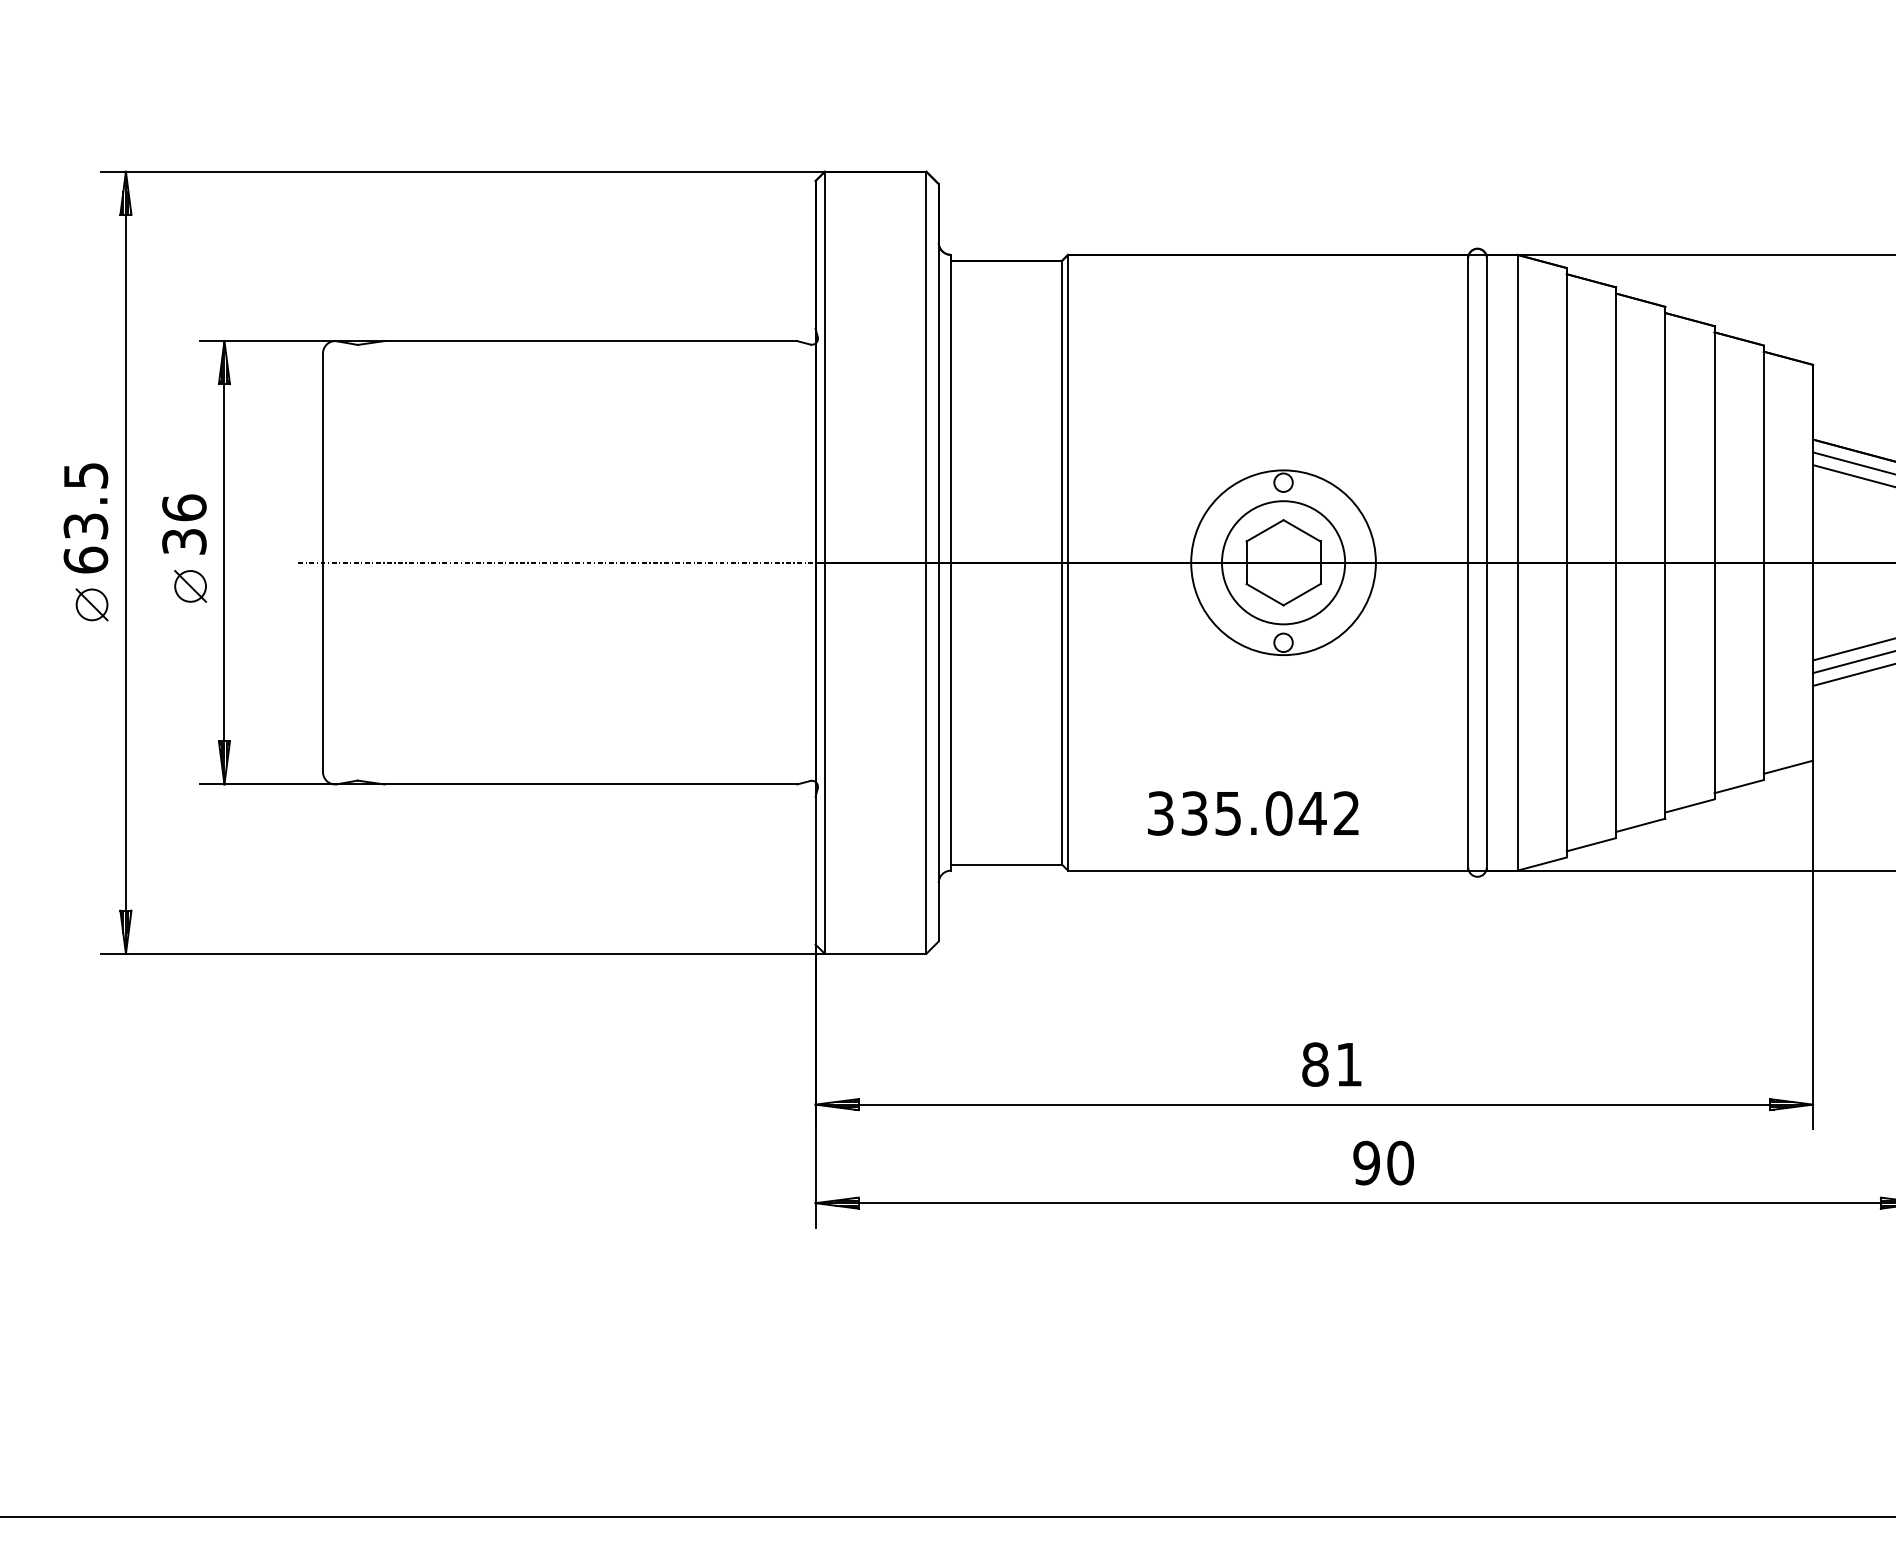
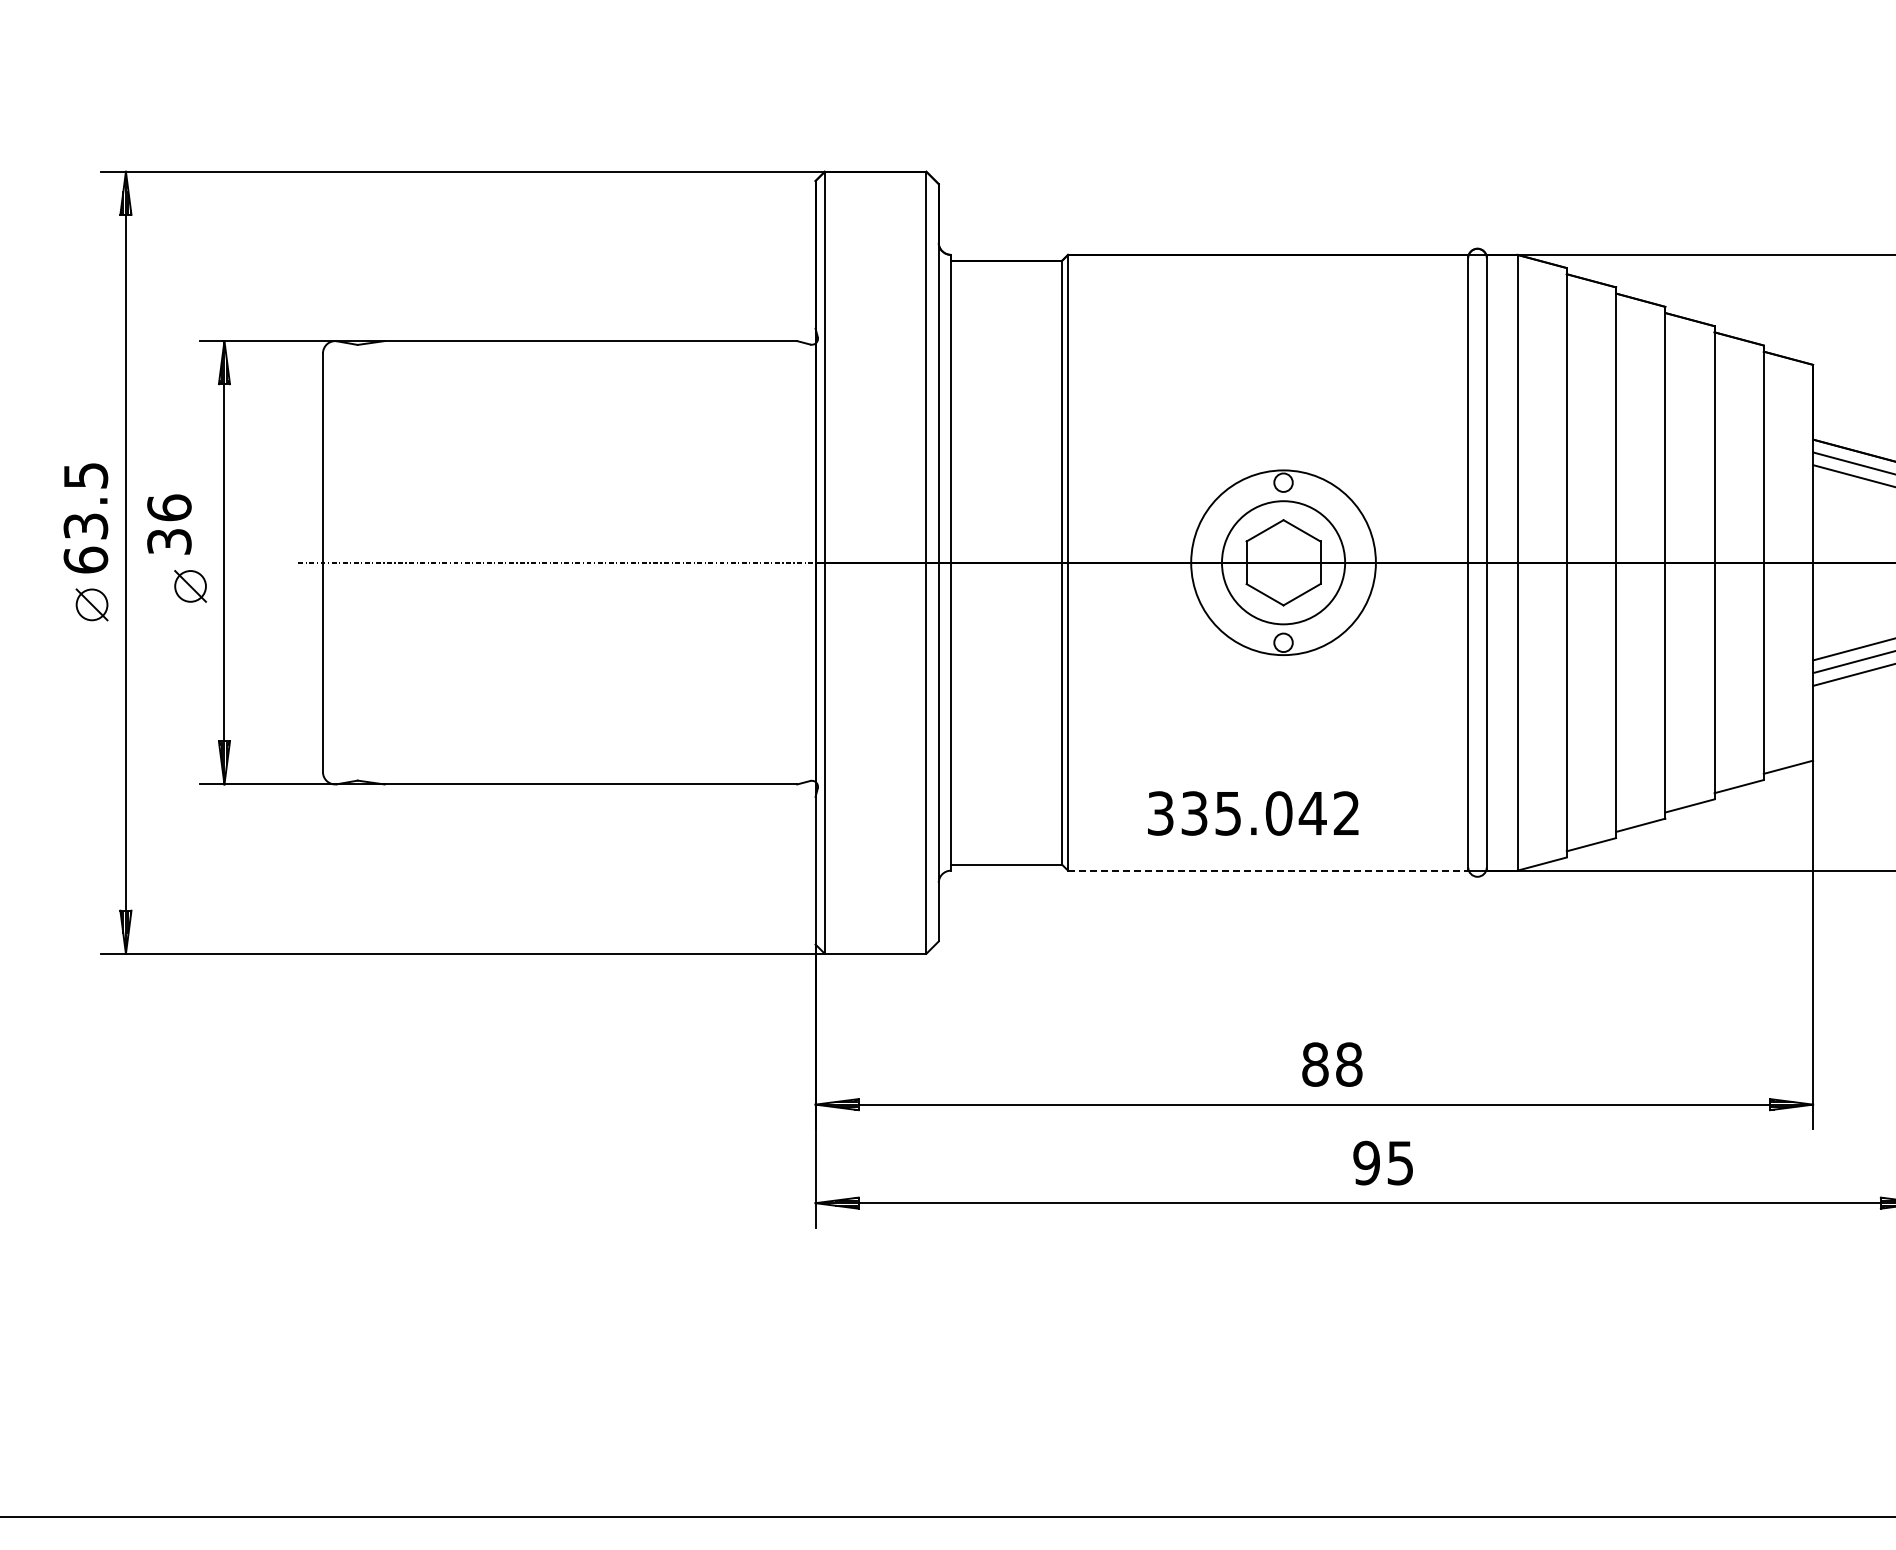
text at (184, 524) position: (184, 524) -> (169, 524)
line at (1268, 870): solid -> dashed
text at (1349, 1064): 81 -> 88
text at (1400, 1162): 90 -> 95
